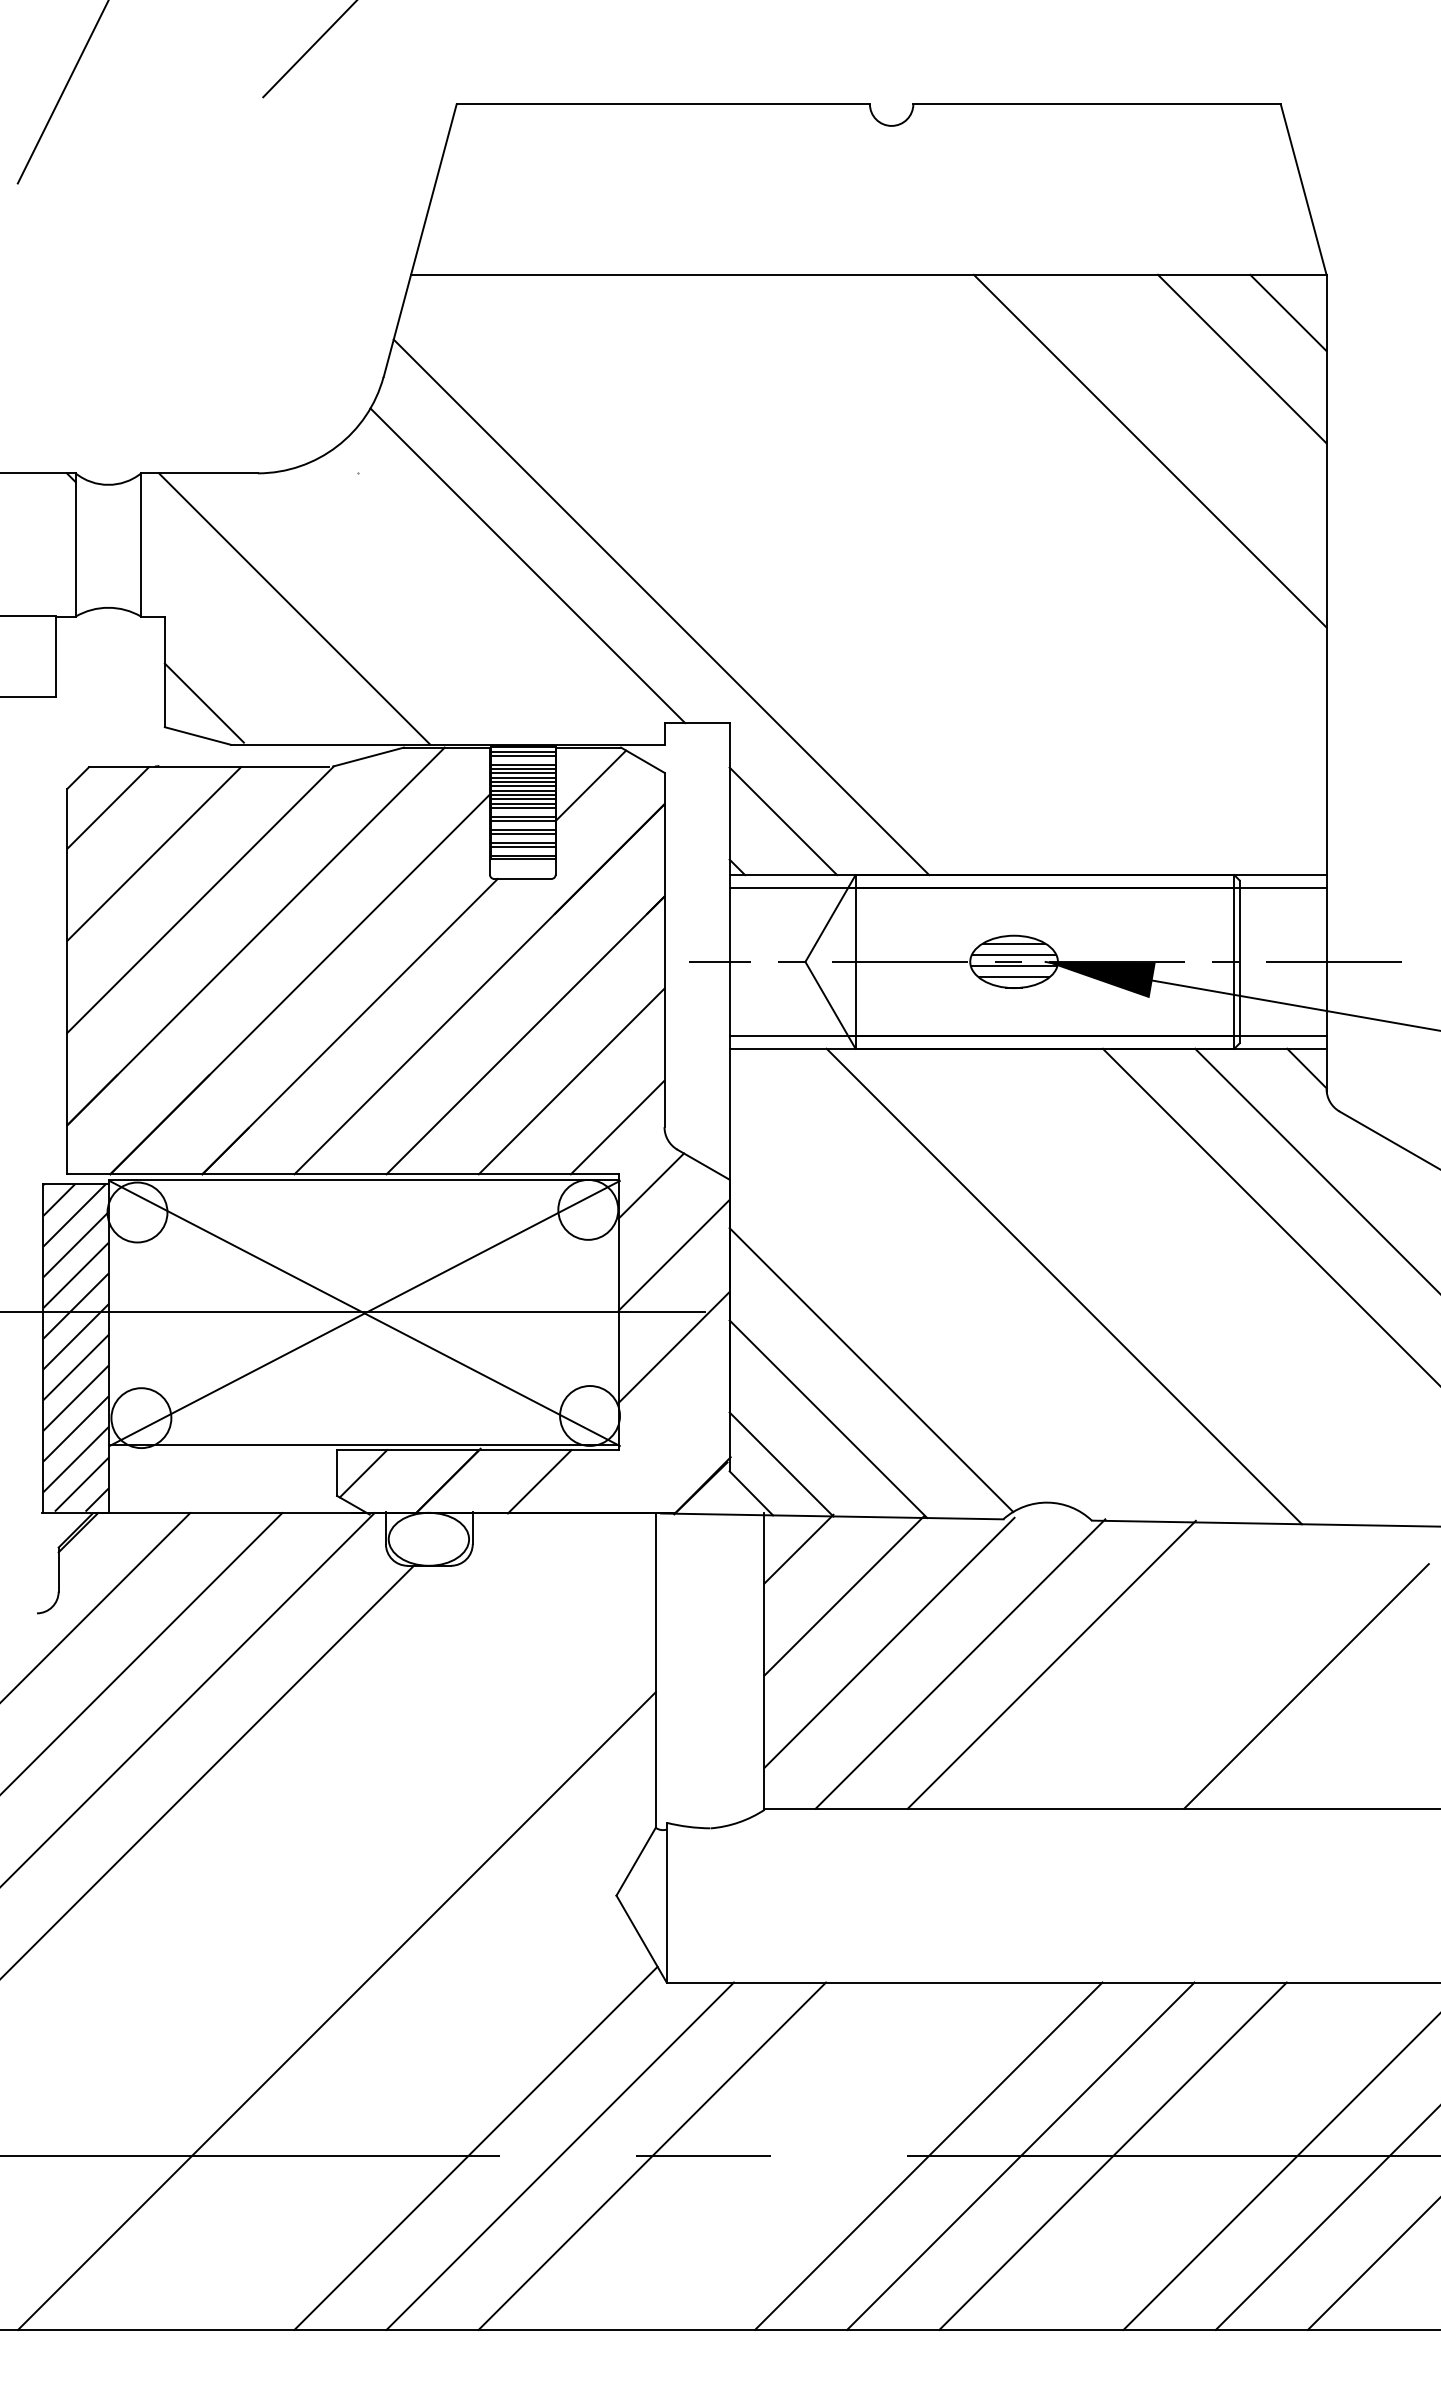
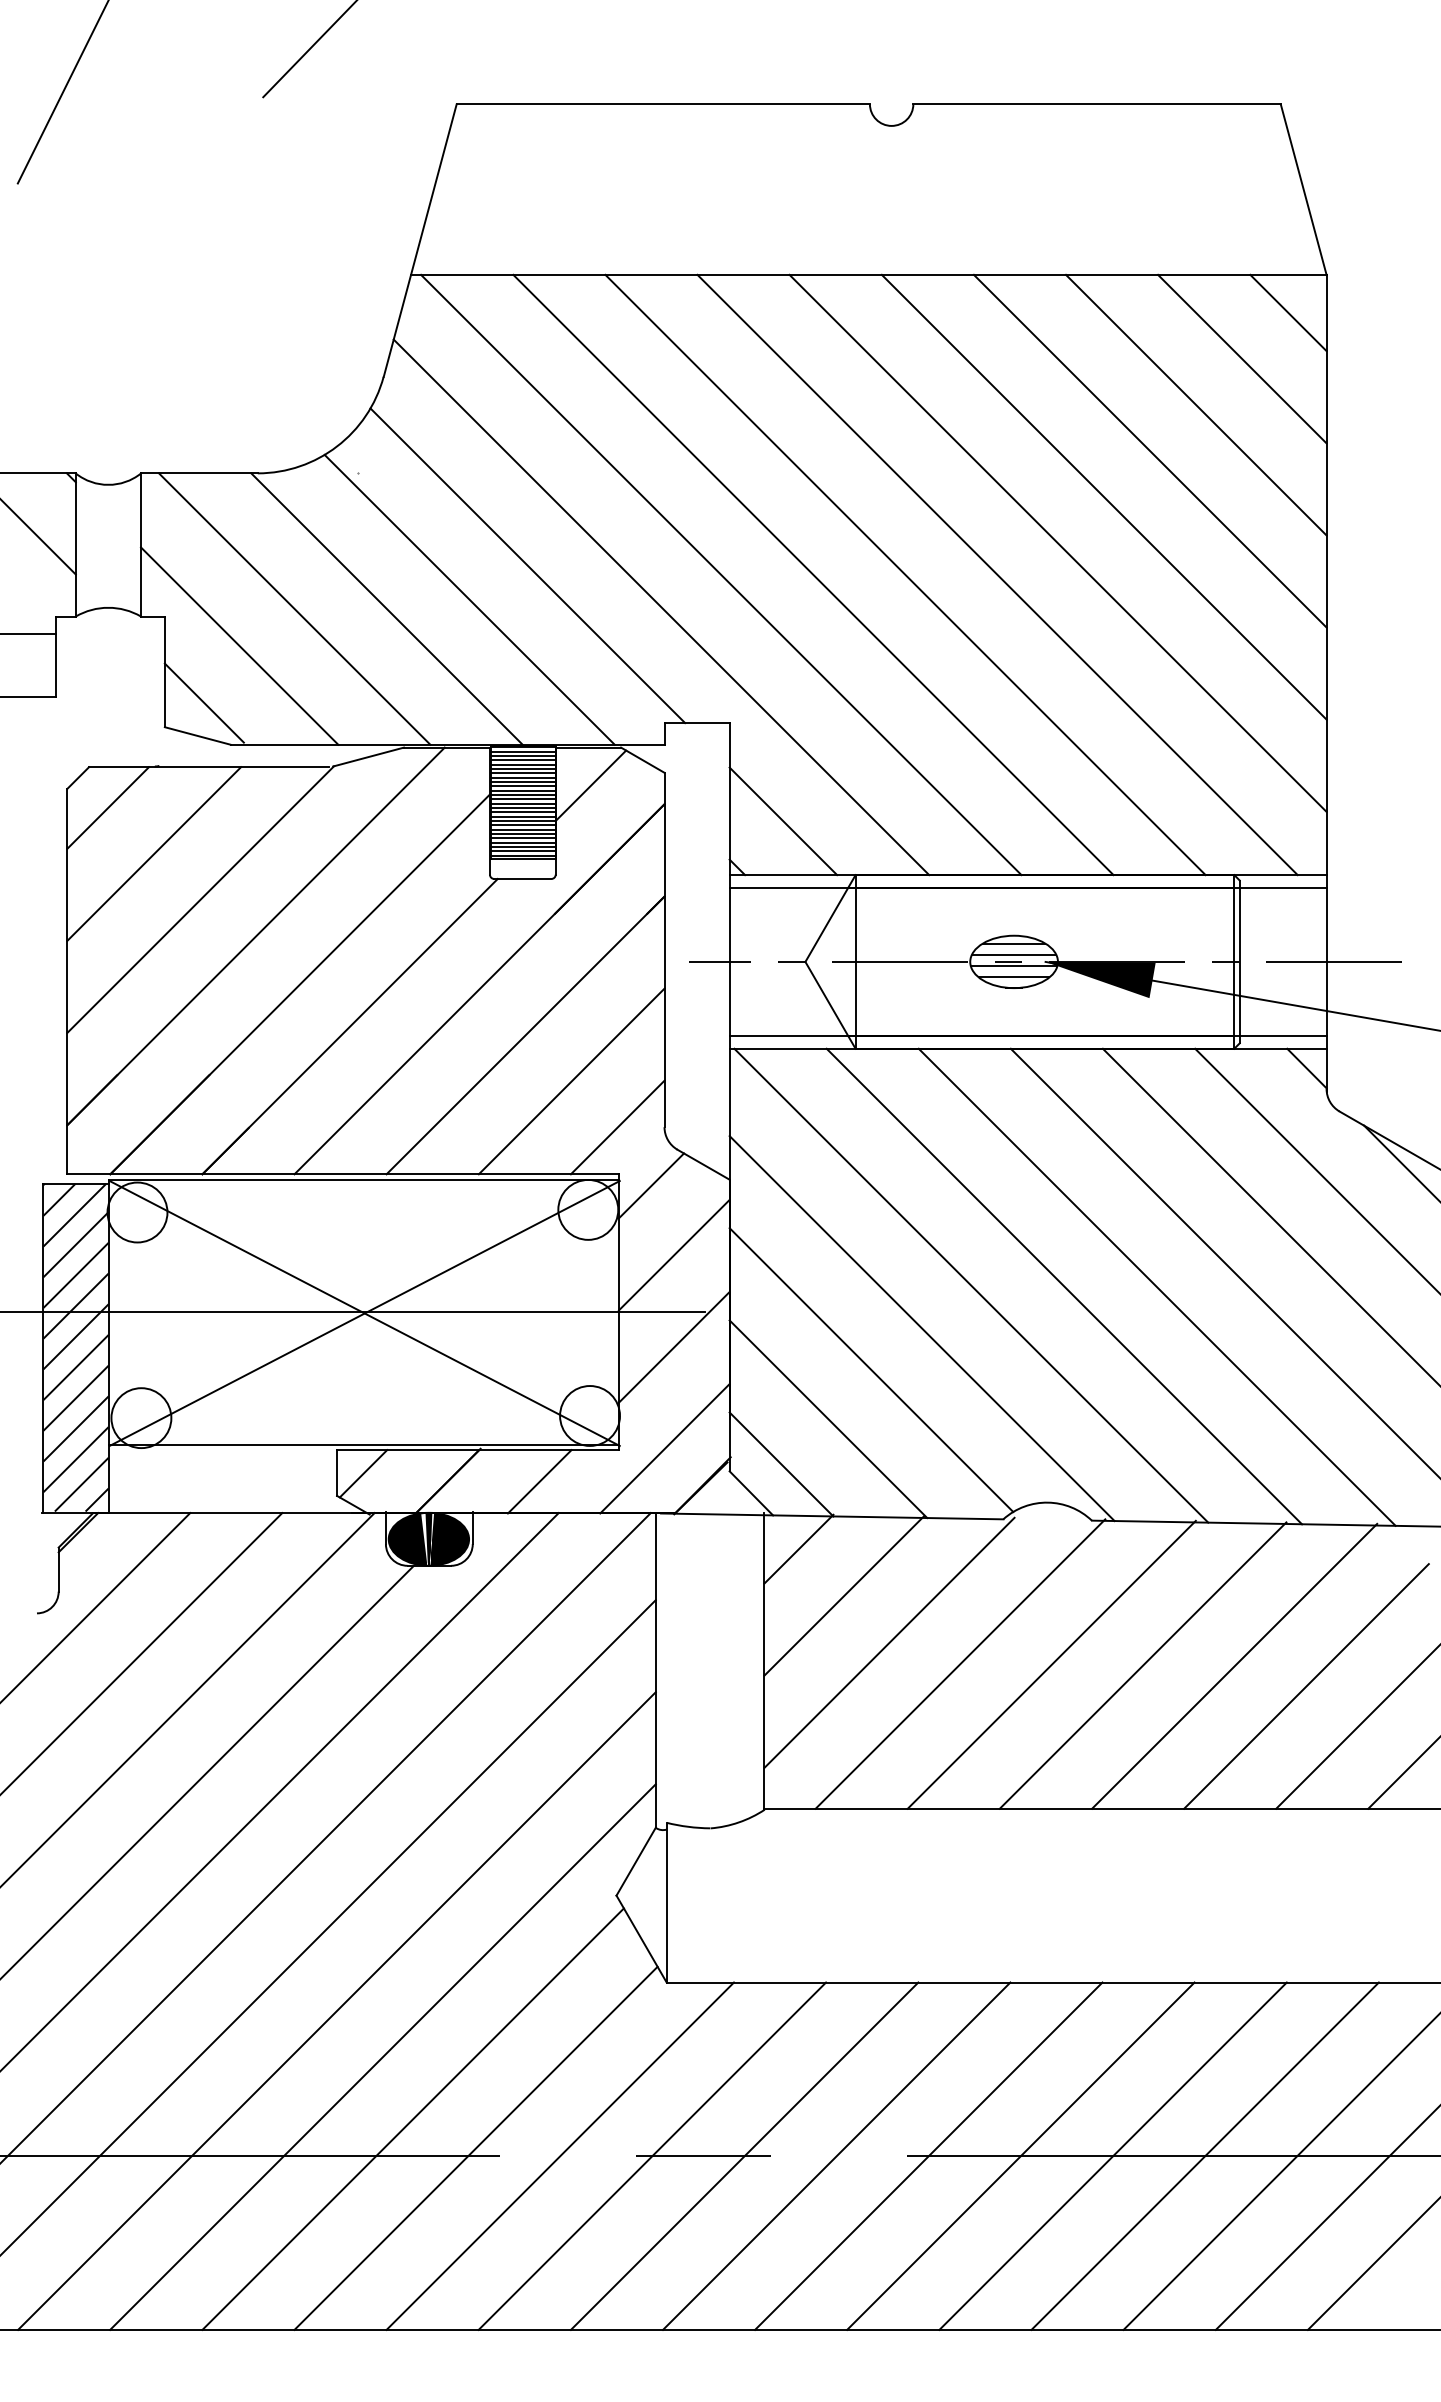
line at (1196, 404): none -> present
line at (1103, 496): none -> present
line at (38, 537): none -> present
line at (1057, 542): none -> present
line at (721, 574): none -> present
line at (813, 574): none -> present
line at (905, 574): none -> present
line at (997, 574): none -> present
line at (469, 599): none -> present
line at (386, 608): none -> present
line at (29, 615) position: (29, 615) -> (29, 633)
line at (239, 645): none -> present
line at (522, 760): none -> present
line at (522, 812): none -> present
line at (522, 825): none -> present
line at (522, 838): none -> present
line at (522, 851): none -> present
line at (1400, 1162): none -> present
line at (1223, 1261): none -> present
line at (971, 1285): none -> present
line at (1156, 1286): none -> present
line at (921, 1328): none -> present
line at (664, 1448): none -> present
fill at (428, 1538): none -> present
line at (1142, 1665): none -> present
line at (1234, 1665): none -> present
line at (1356, 1727): none -> present
line at (1402, 1773): none -> present
line at (280, 1791): none -> present
line at (326, 1837): none -> present
line at (328, 1926): none -> present
line at (382, 2056): none -> present
line at (412, 2118): none -> present
line at (744, 2155): none -> present
line at (836, 2155): none -> present
line at (1204, 2155): none -> present
